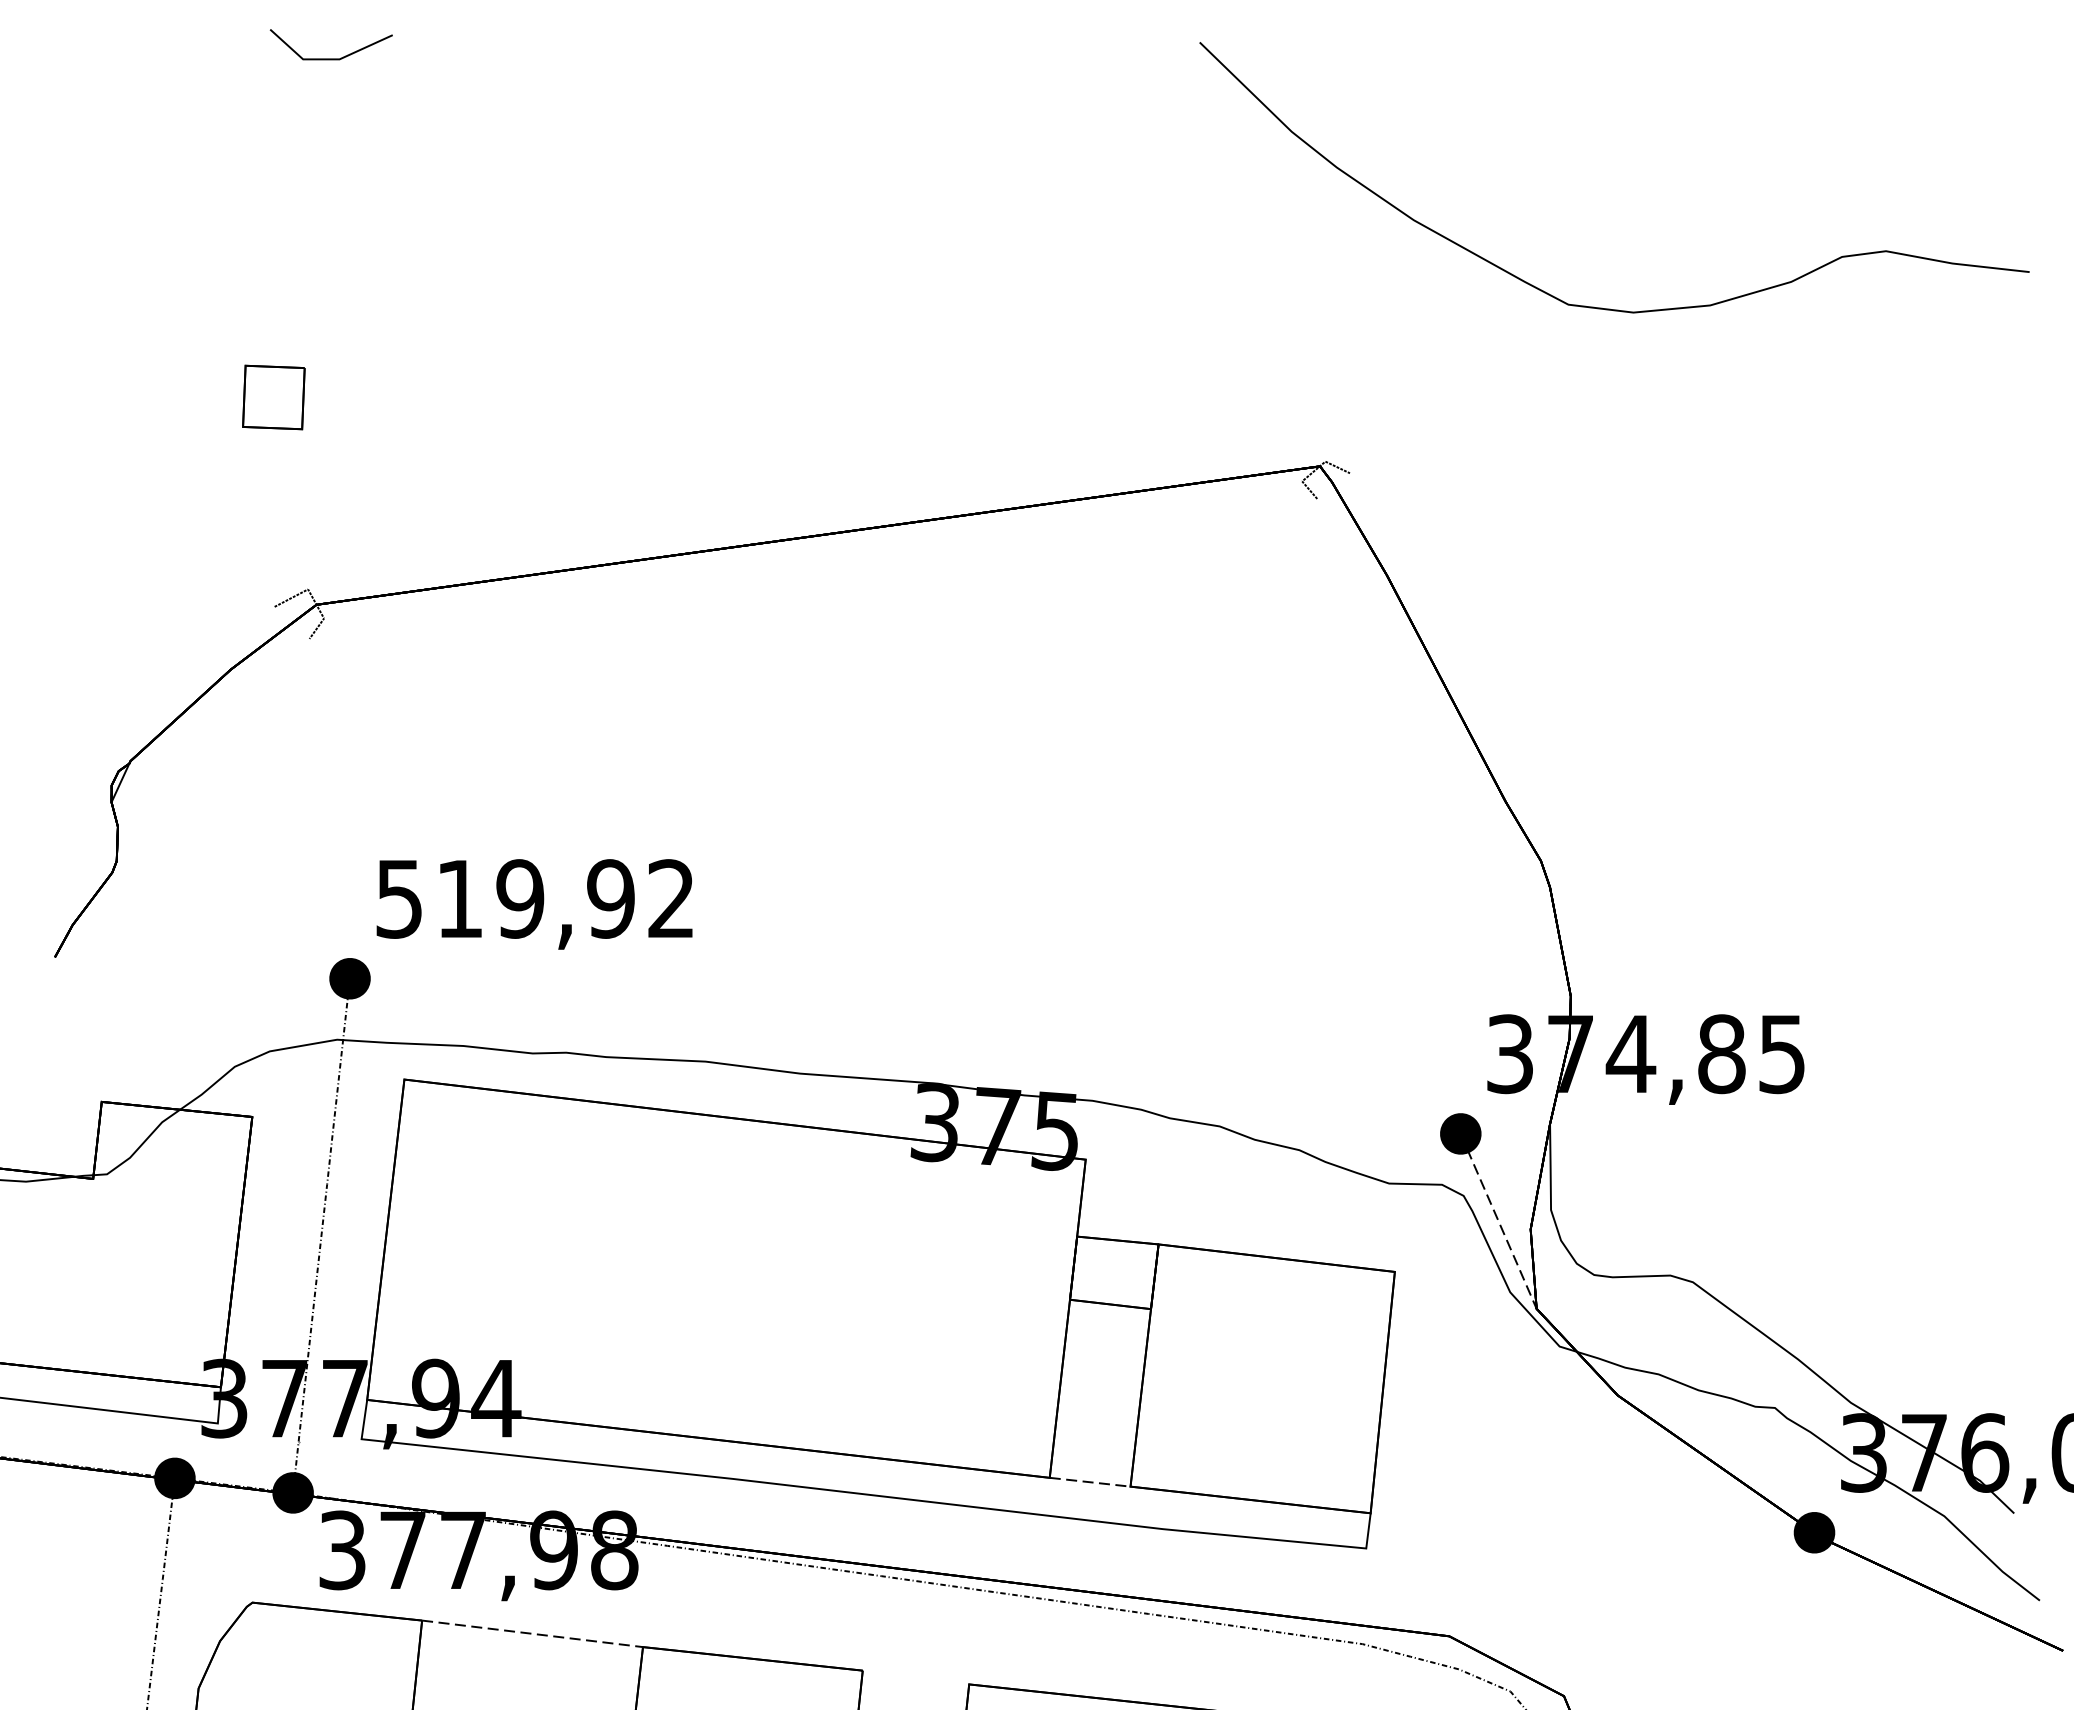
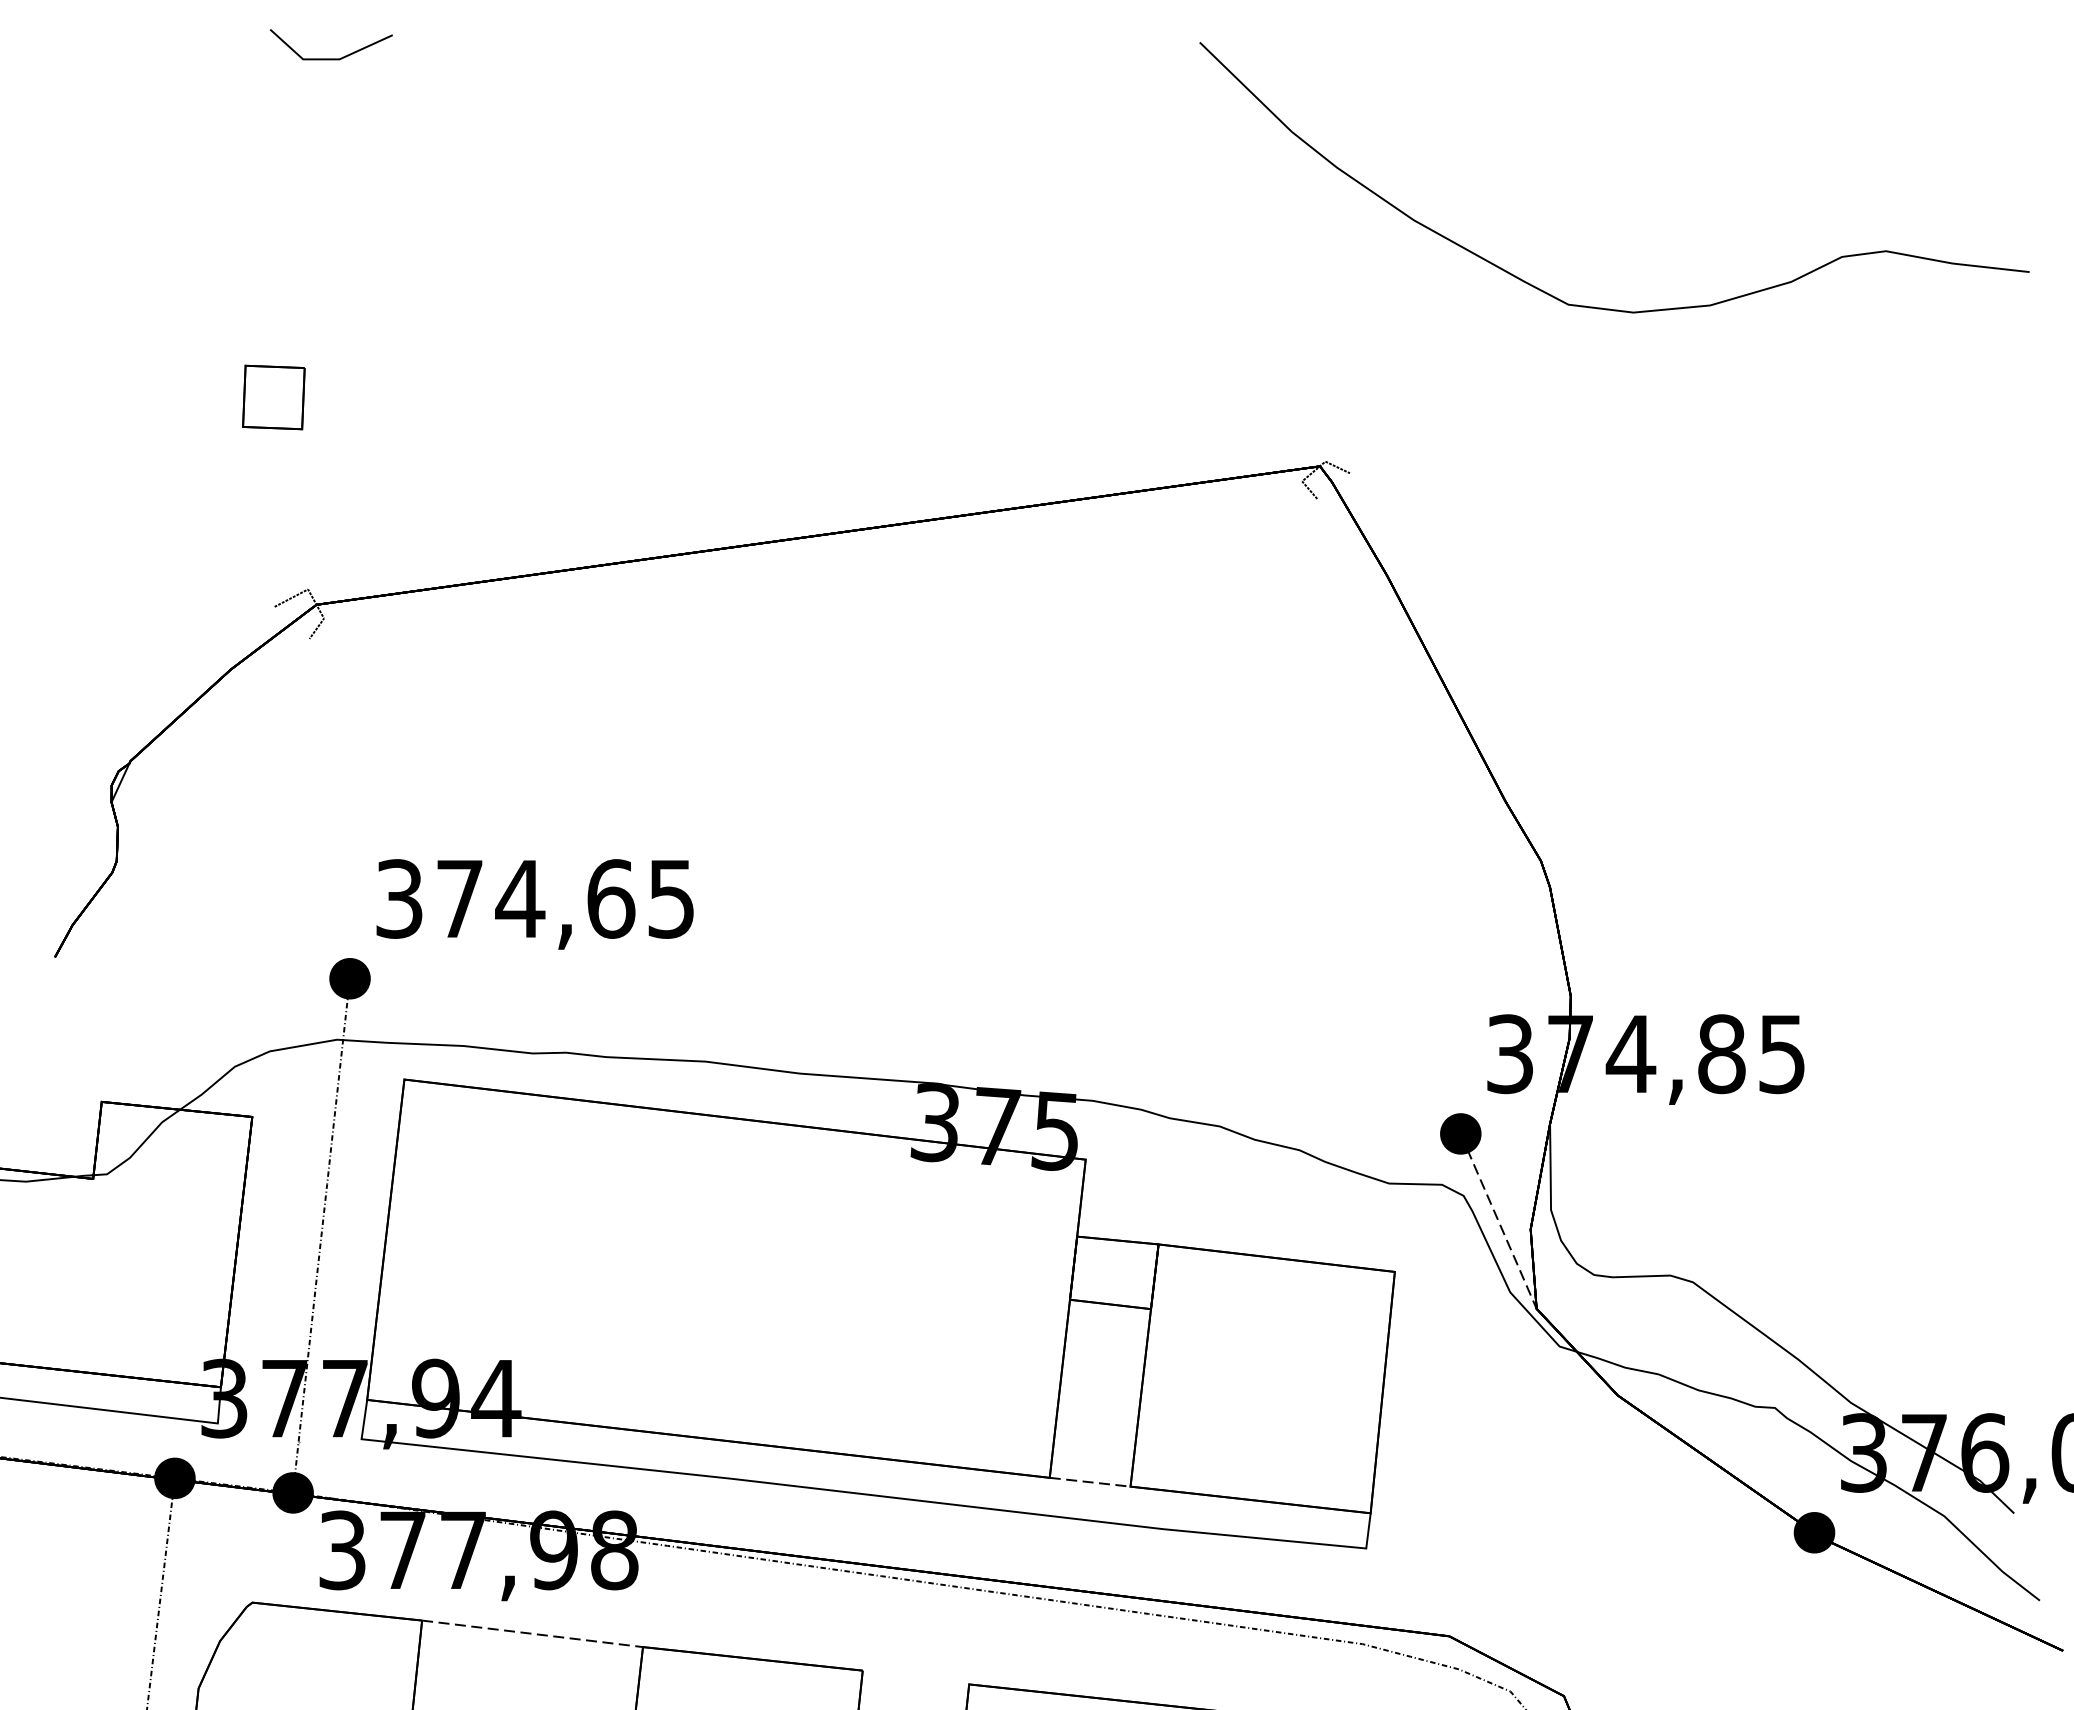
text at (534, 898): 519,92 -> 374,65
